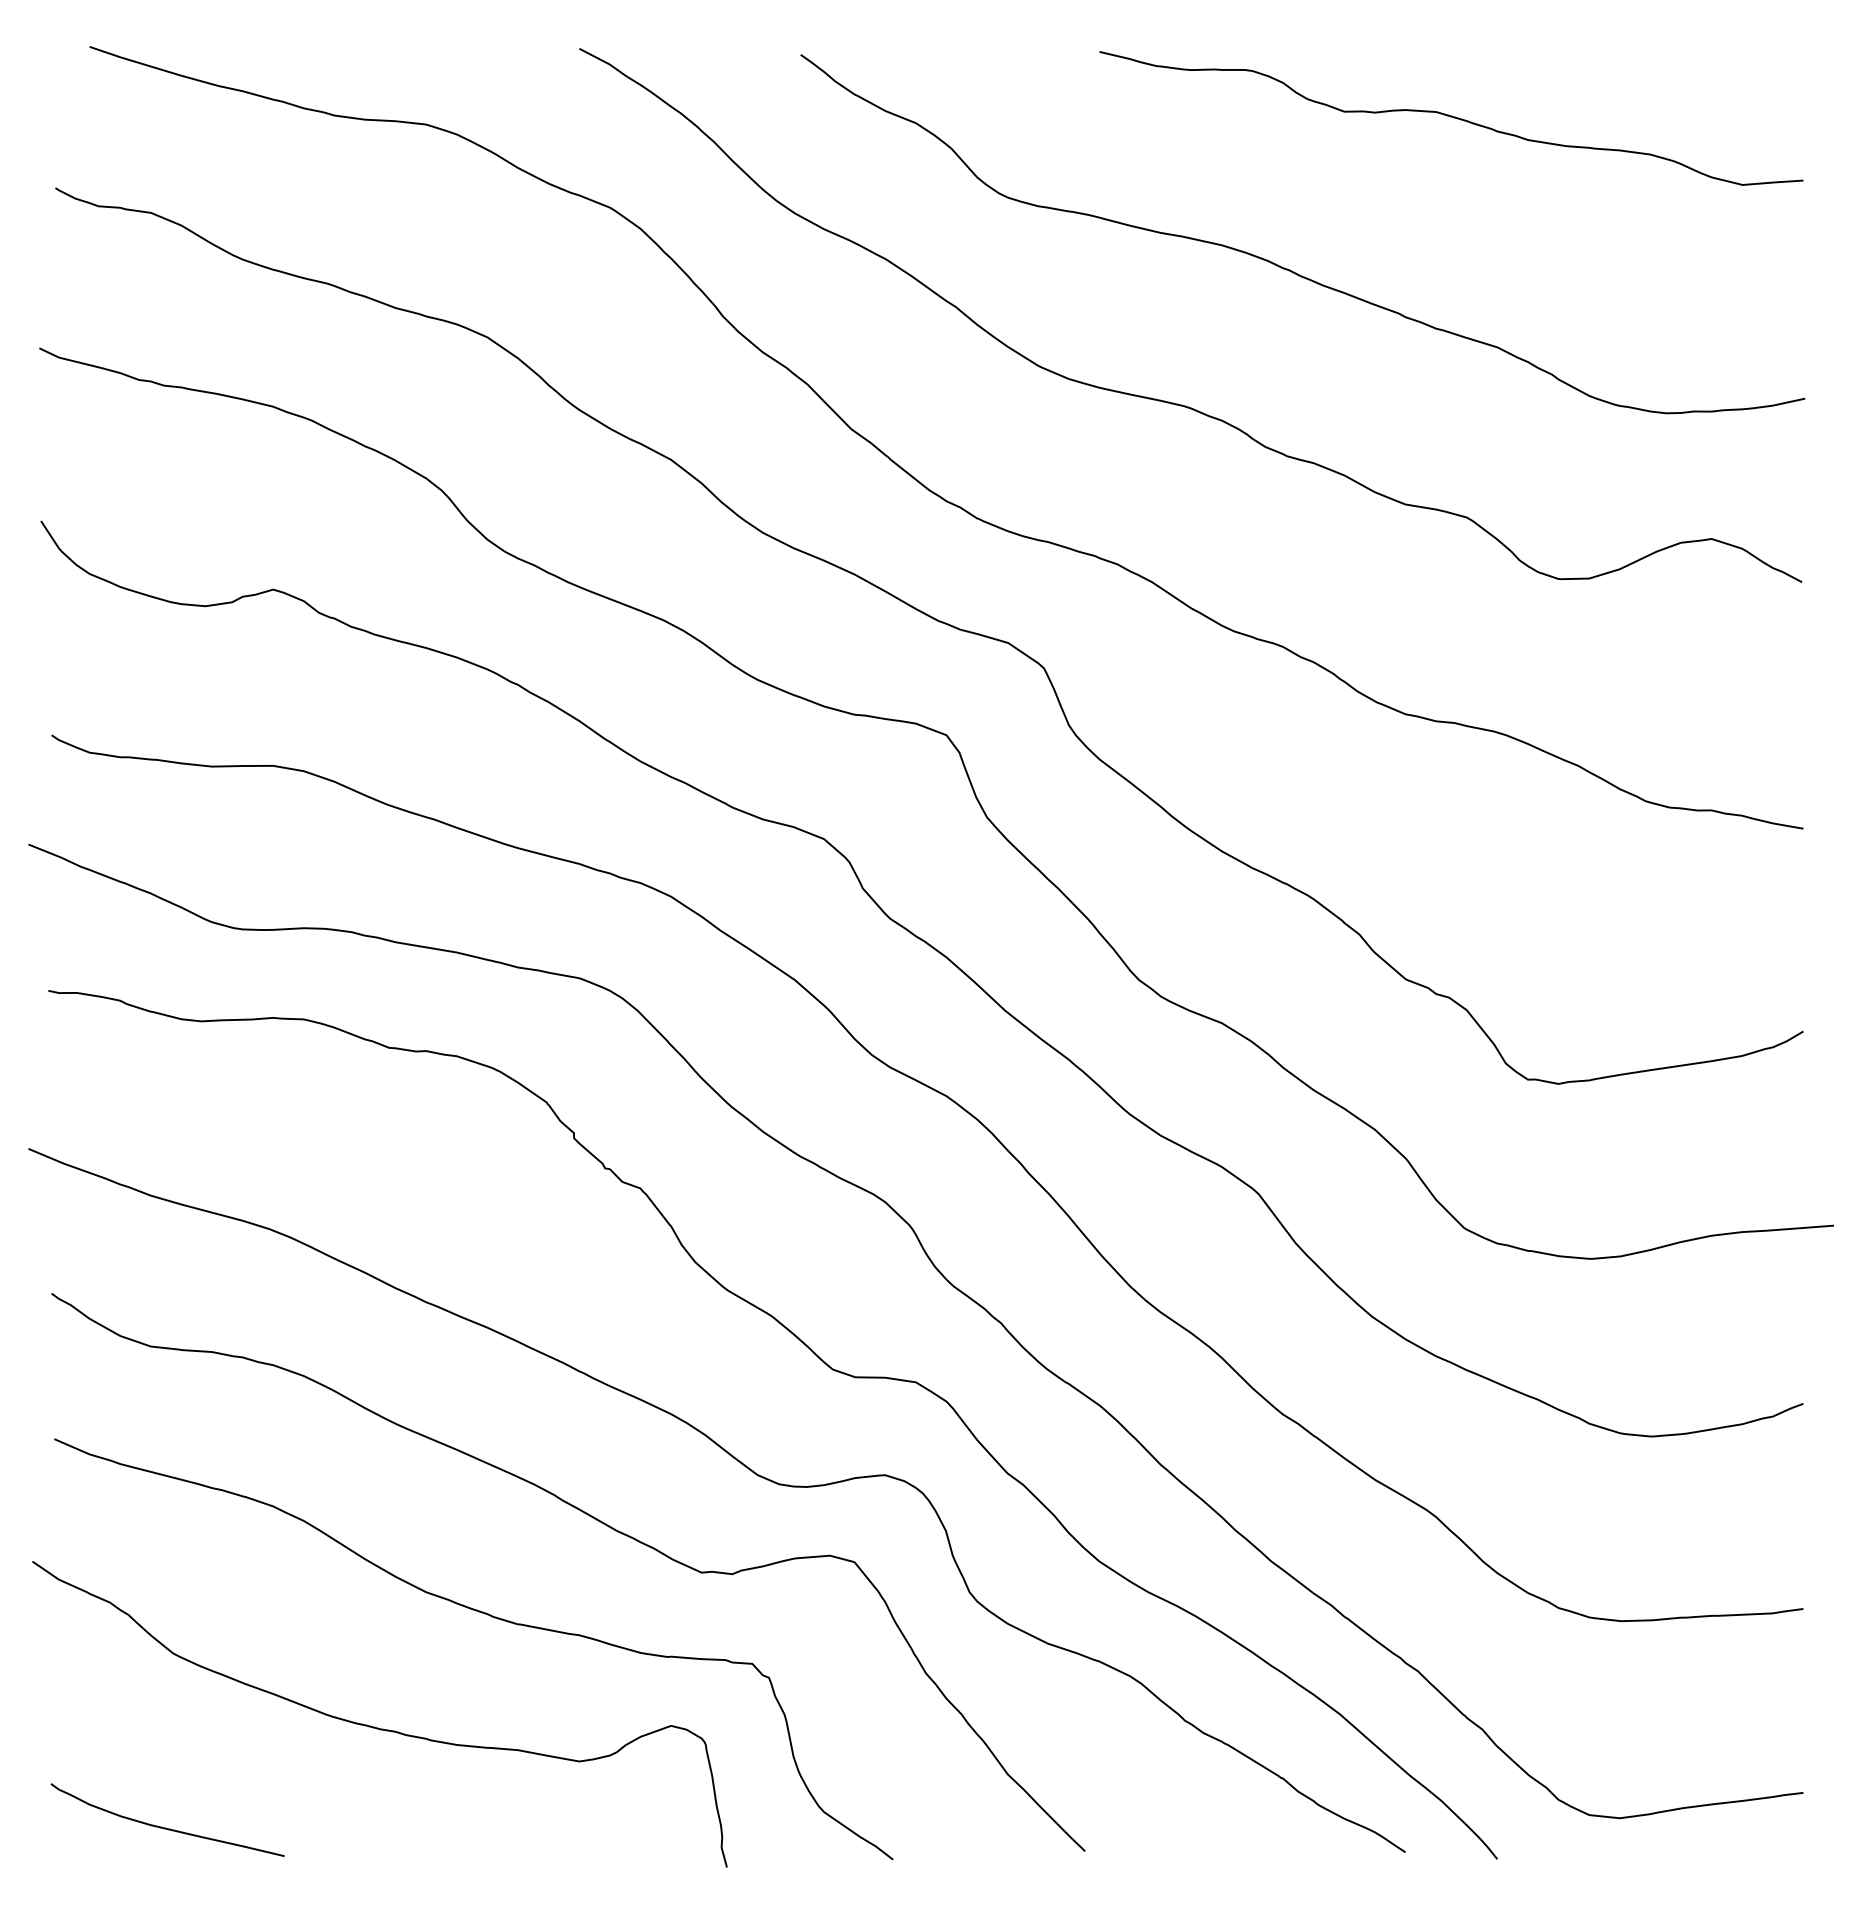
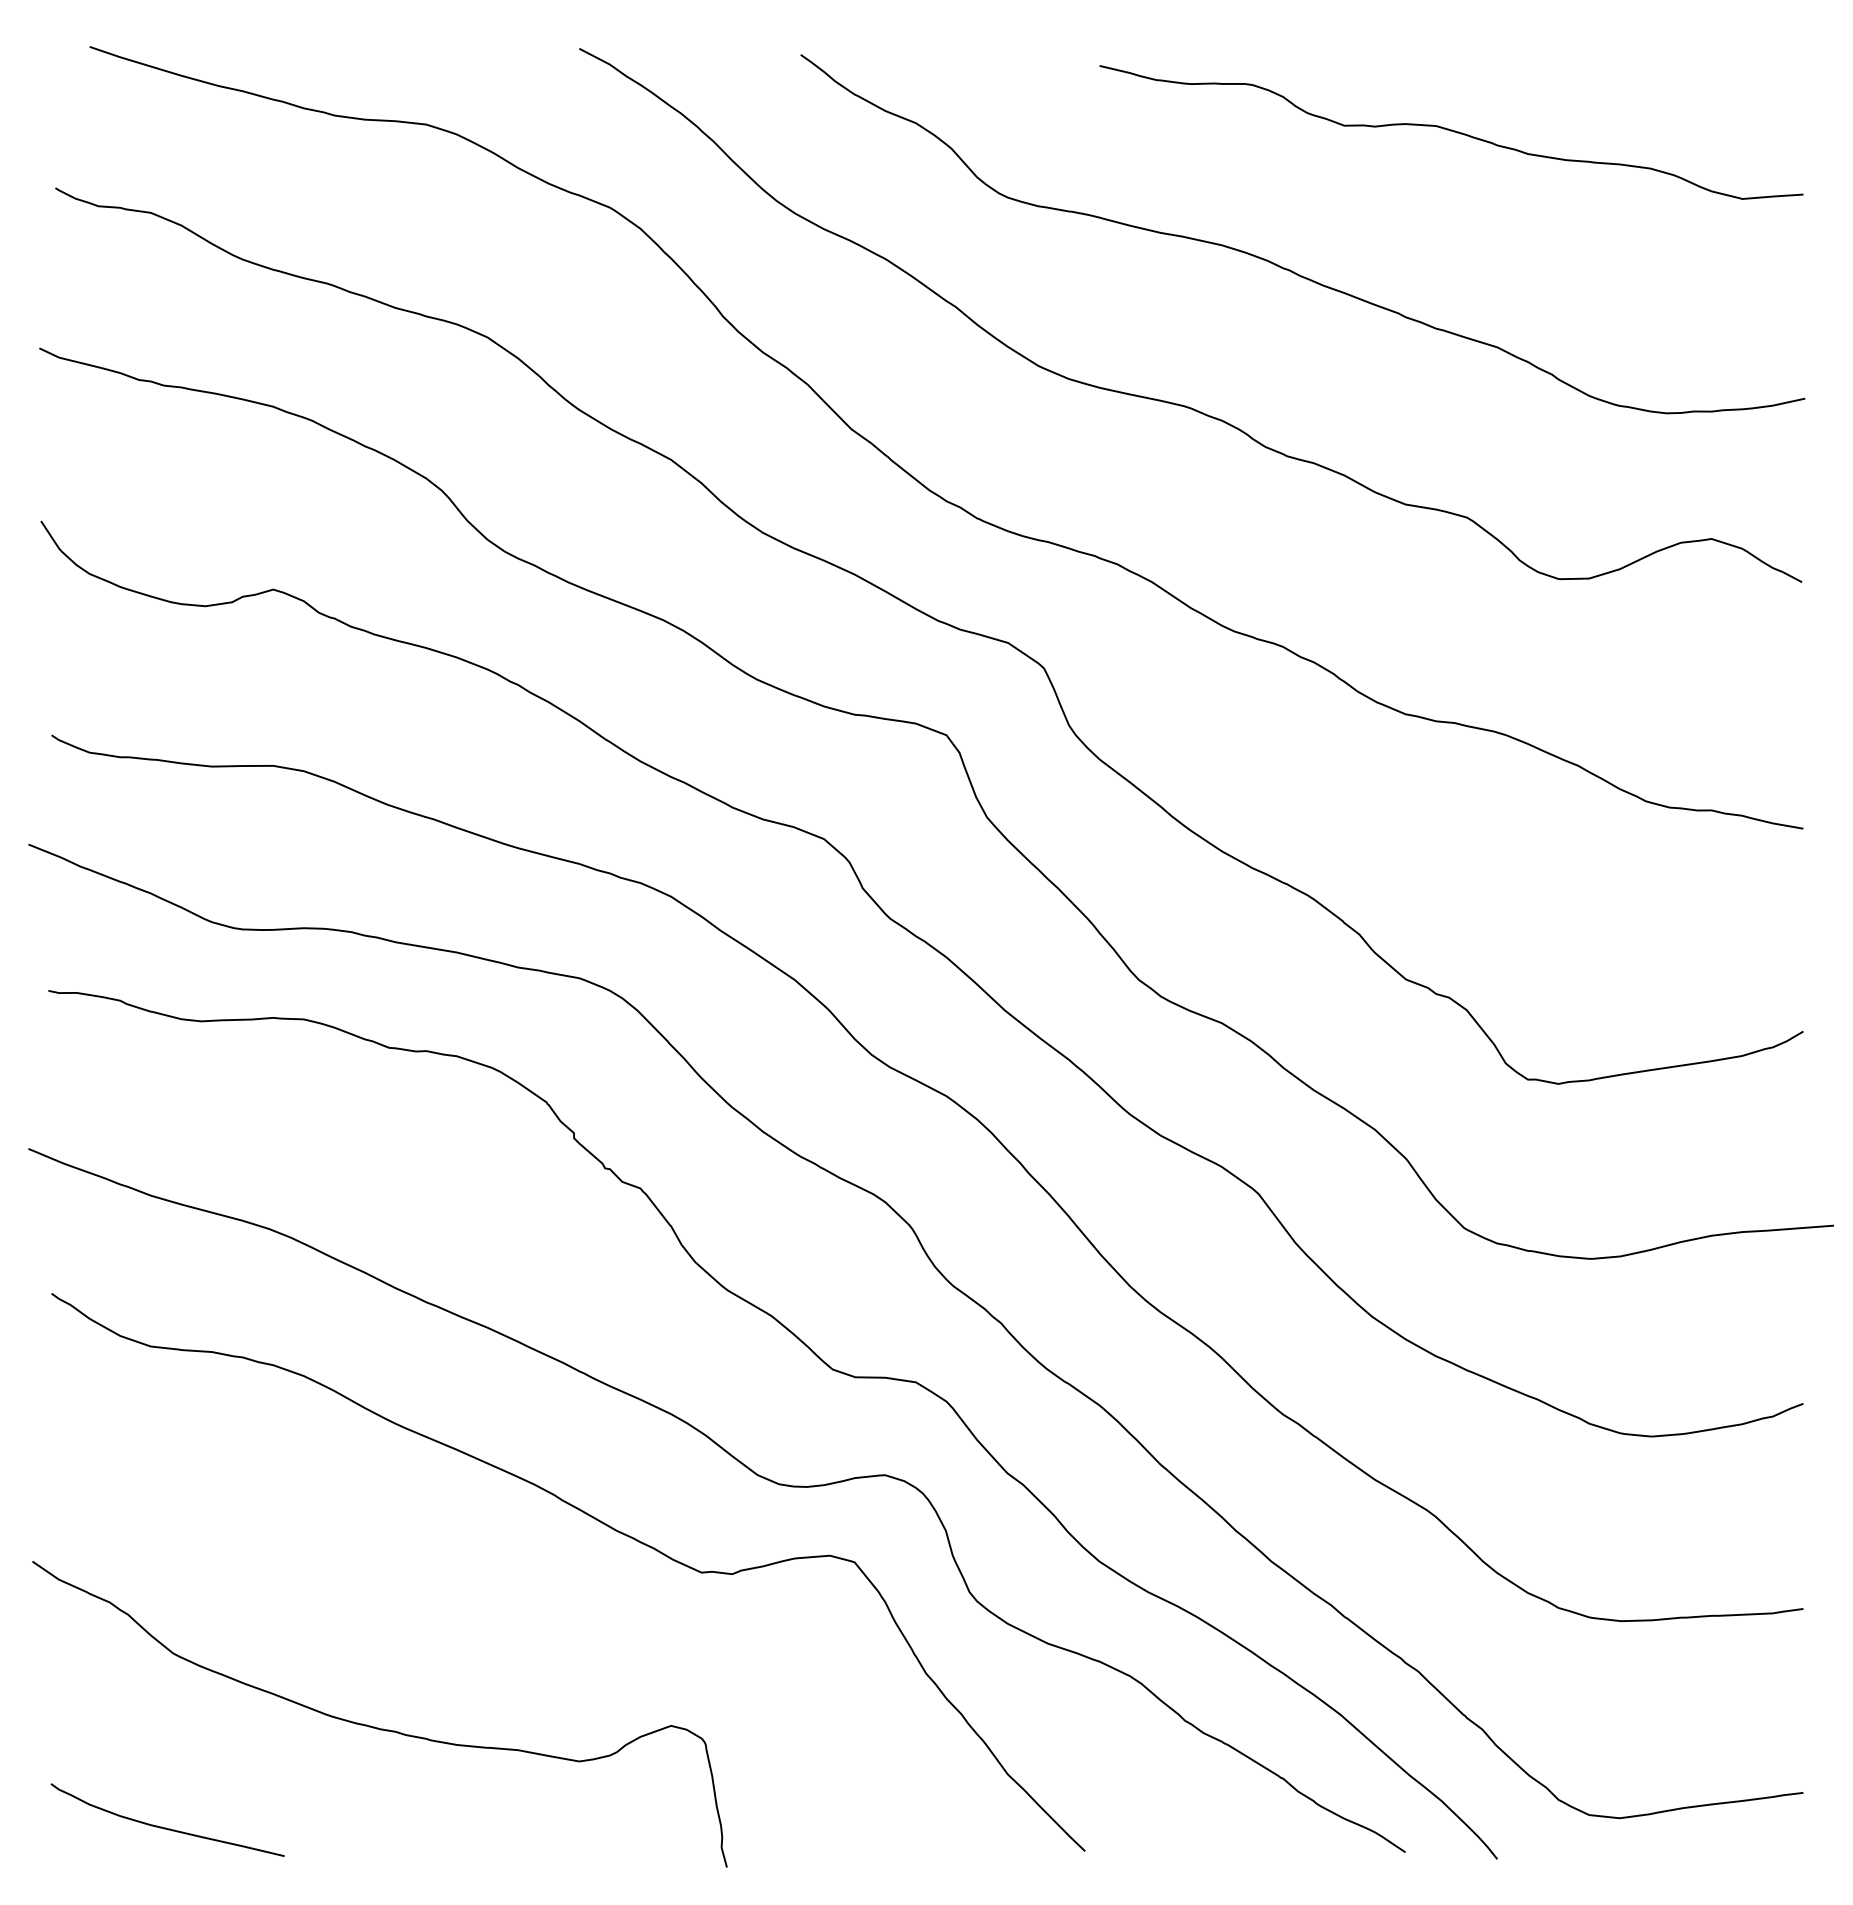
curve at (1451, 117) position: (1451, 117) -> (1451, 131)
curve at (489, 1616): present -> none
